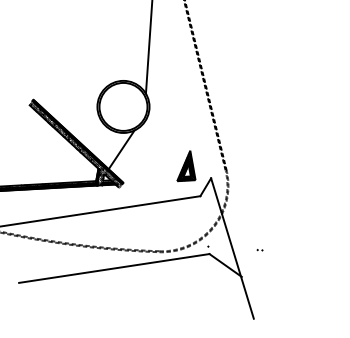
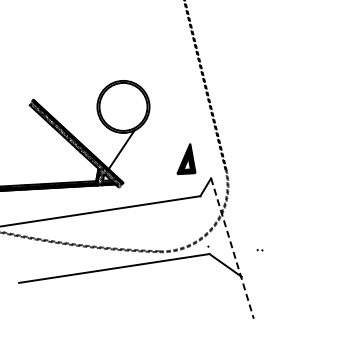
line at (148, 47): present -> none
part at (186, 166) position: (186, 166) -> (186, 159)
line at (232, 249): solid -> dashed
